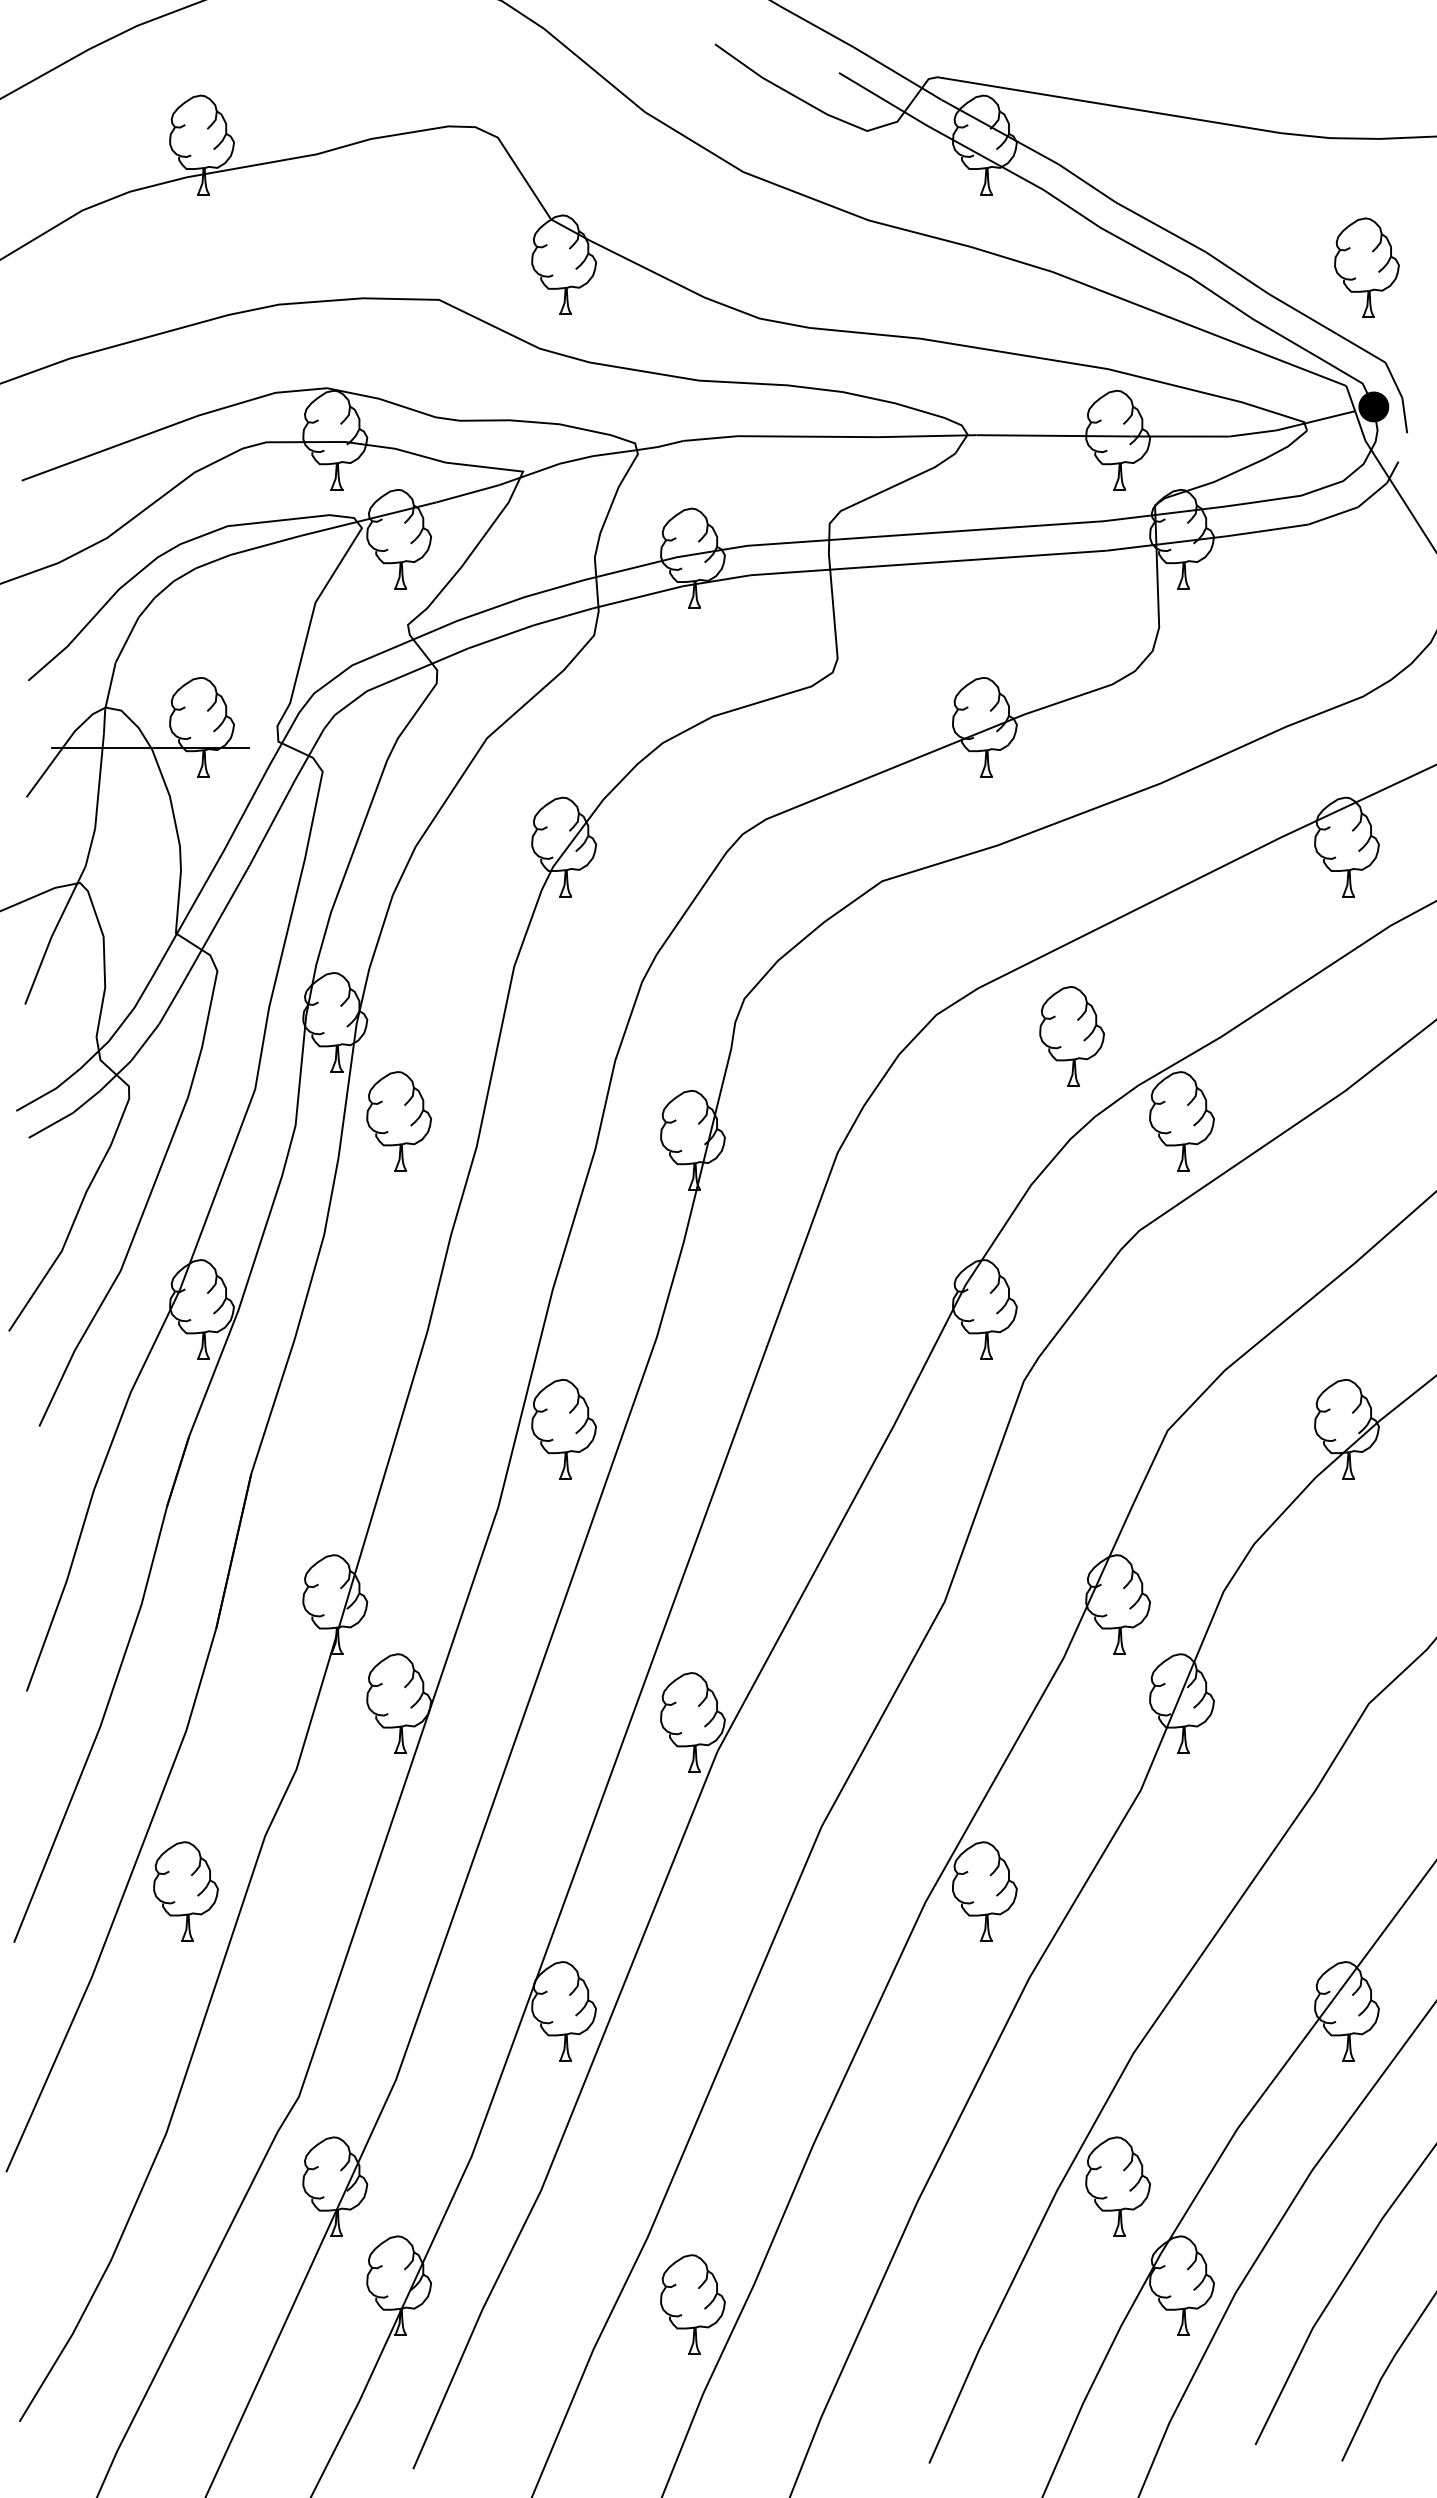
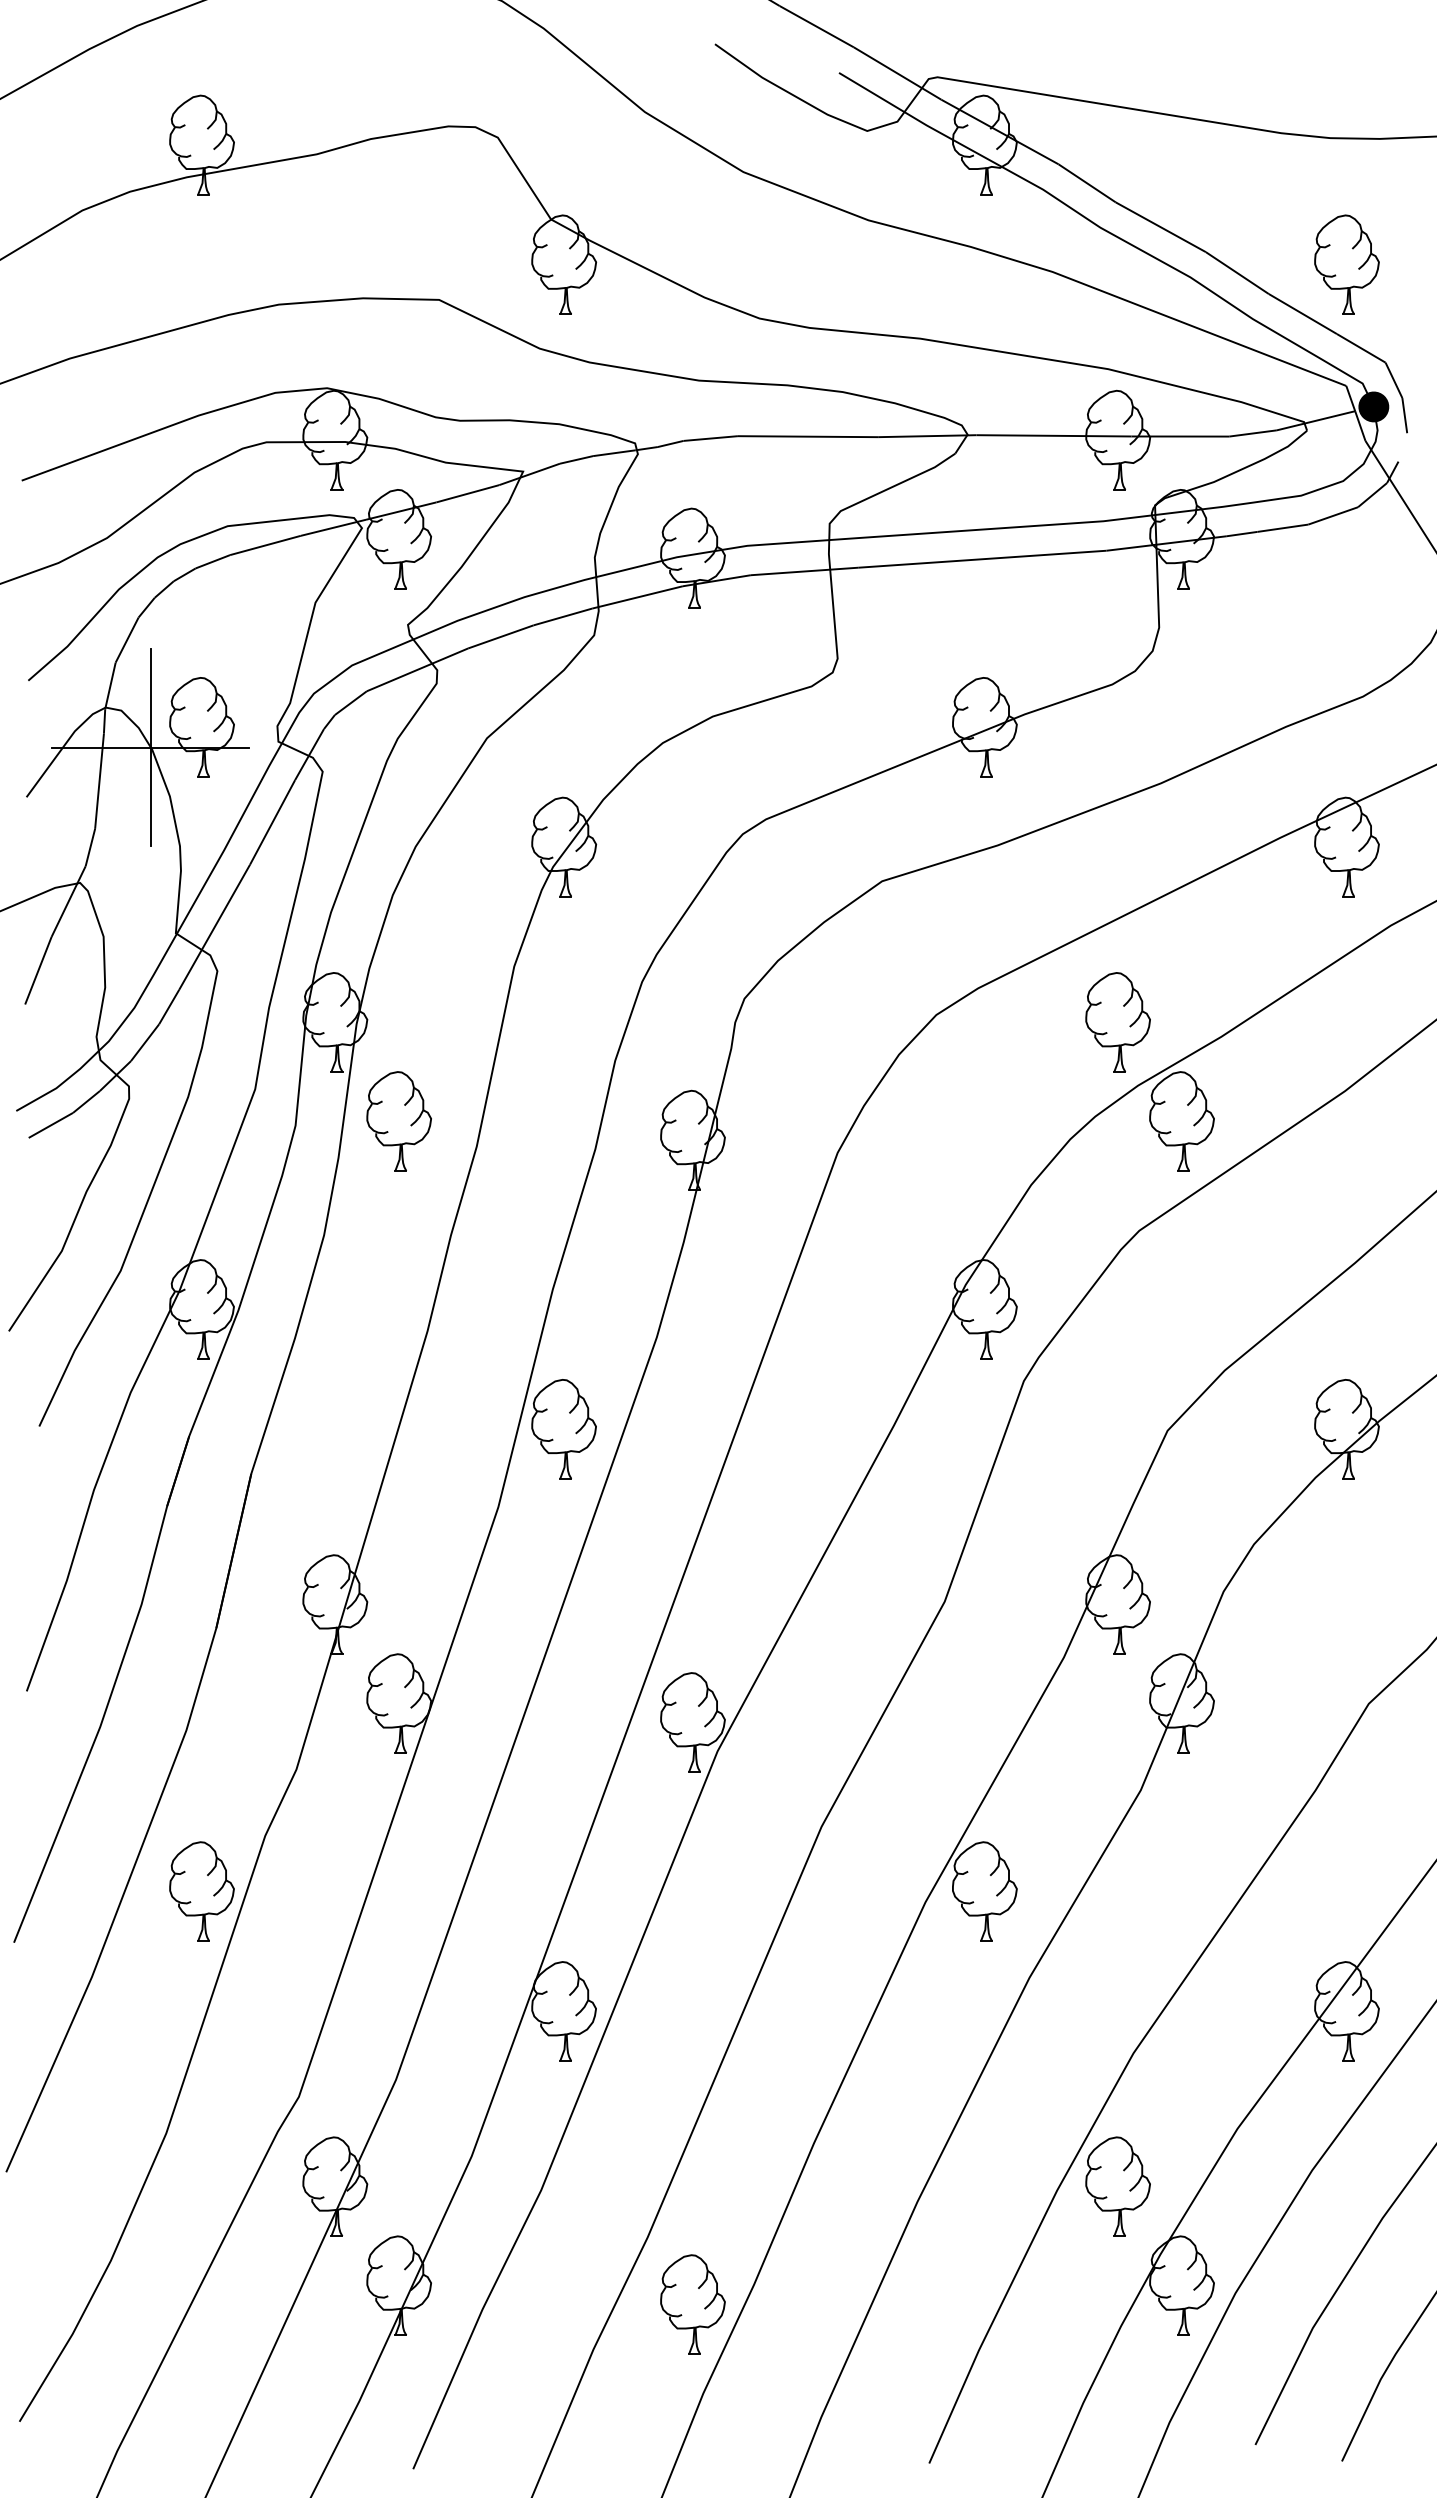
part at (1366, 267) position: (1366, 267) -> (1346, 264)
line at (150, 747): none -> present
part at (1071, 1036) position: (1071, 1036) -> (1117, 1022)
part at (185, 1891) position: (185, 1891) -> (201, 1891)
